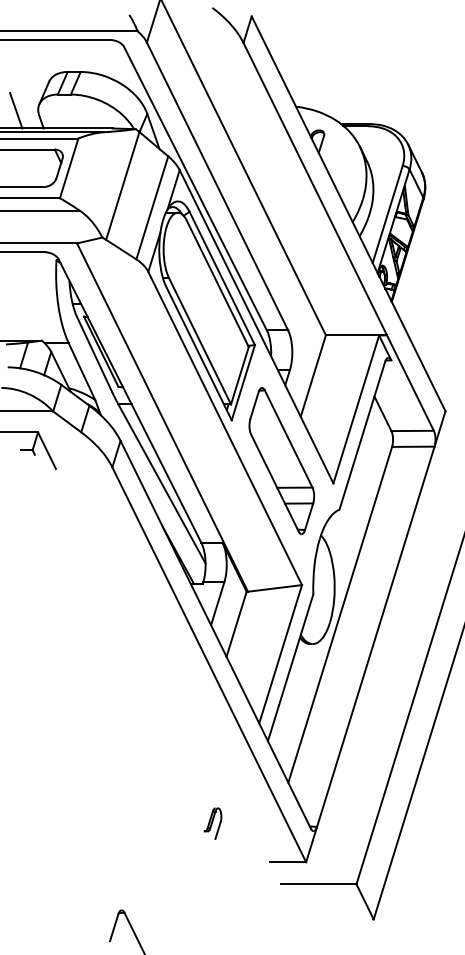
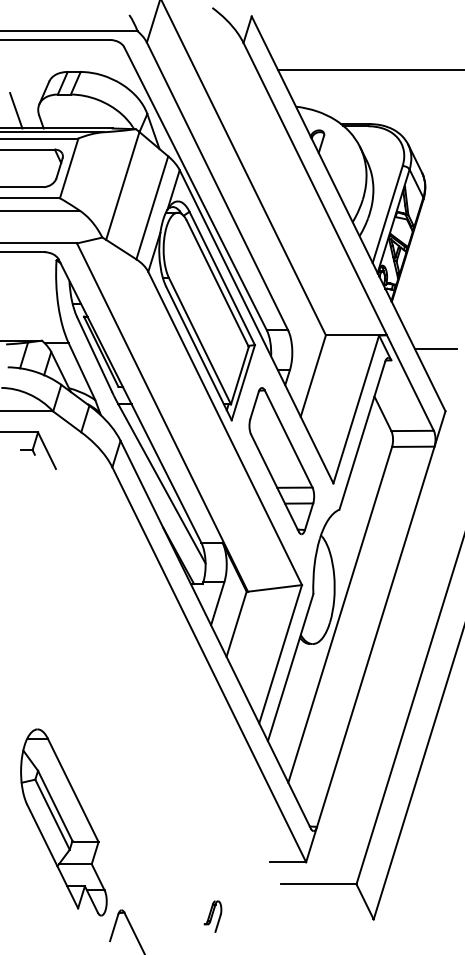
line at (369, 70): none -> present
line at (435, 349): none -> present
part at (63, 822): none -> present
part at (212, 823) position: (212, 823) -> (212, 916)
